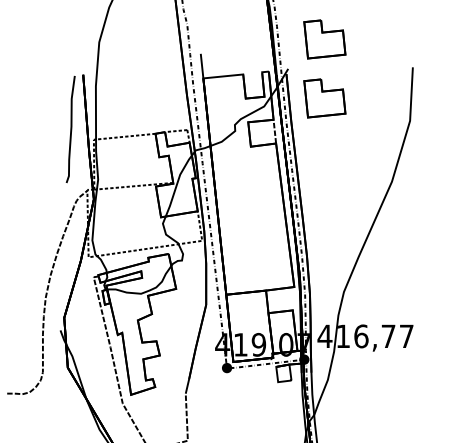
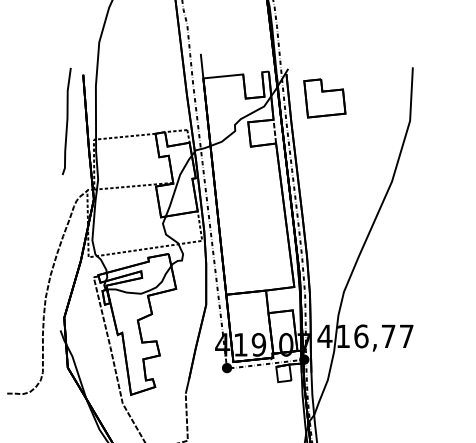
part at (324, 39): present -> none
curve at (70, 129) position: (70, 129) -> (66, 121)
